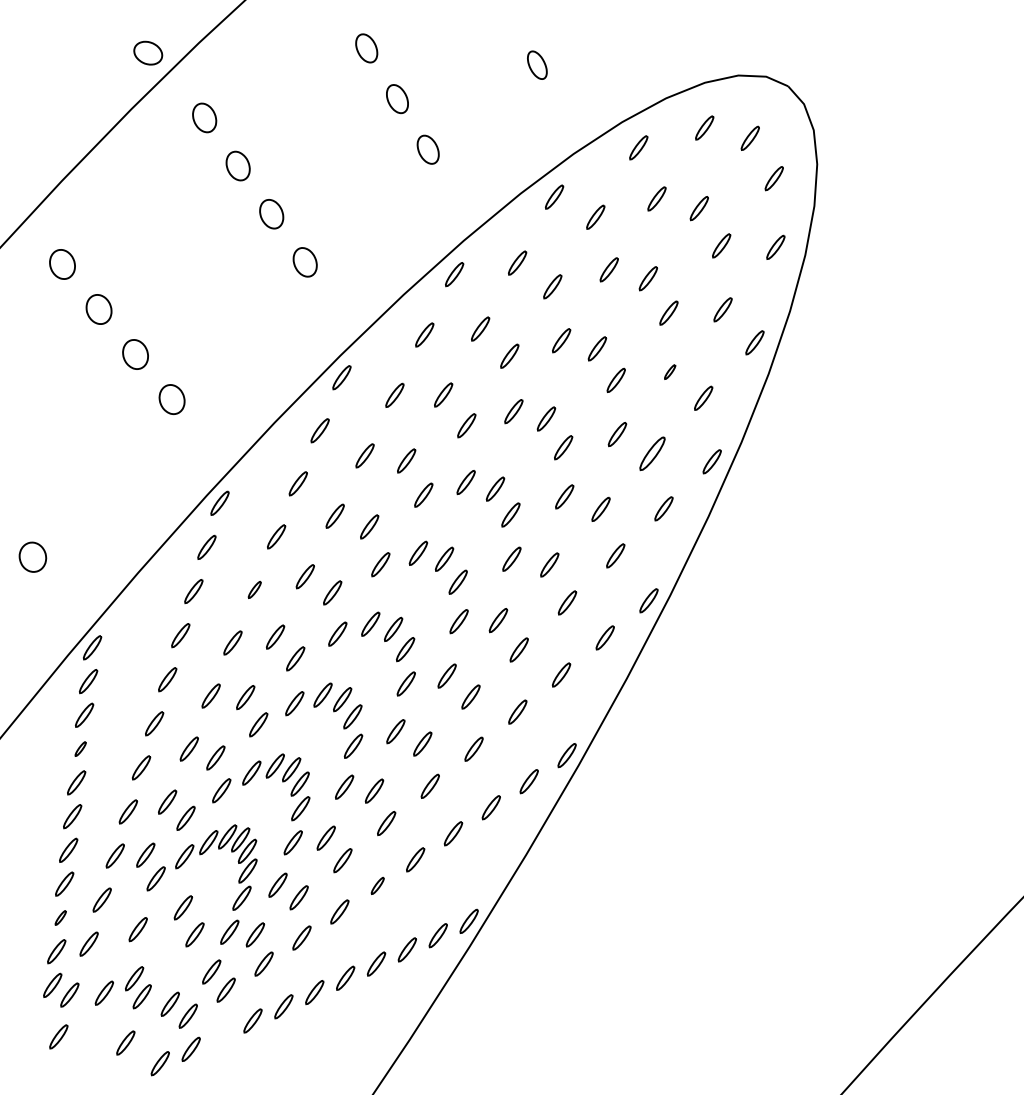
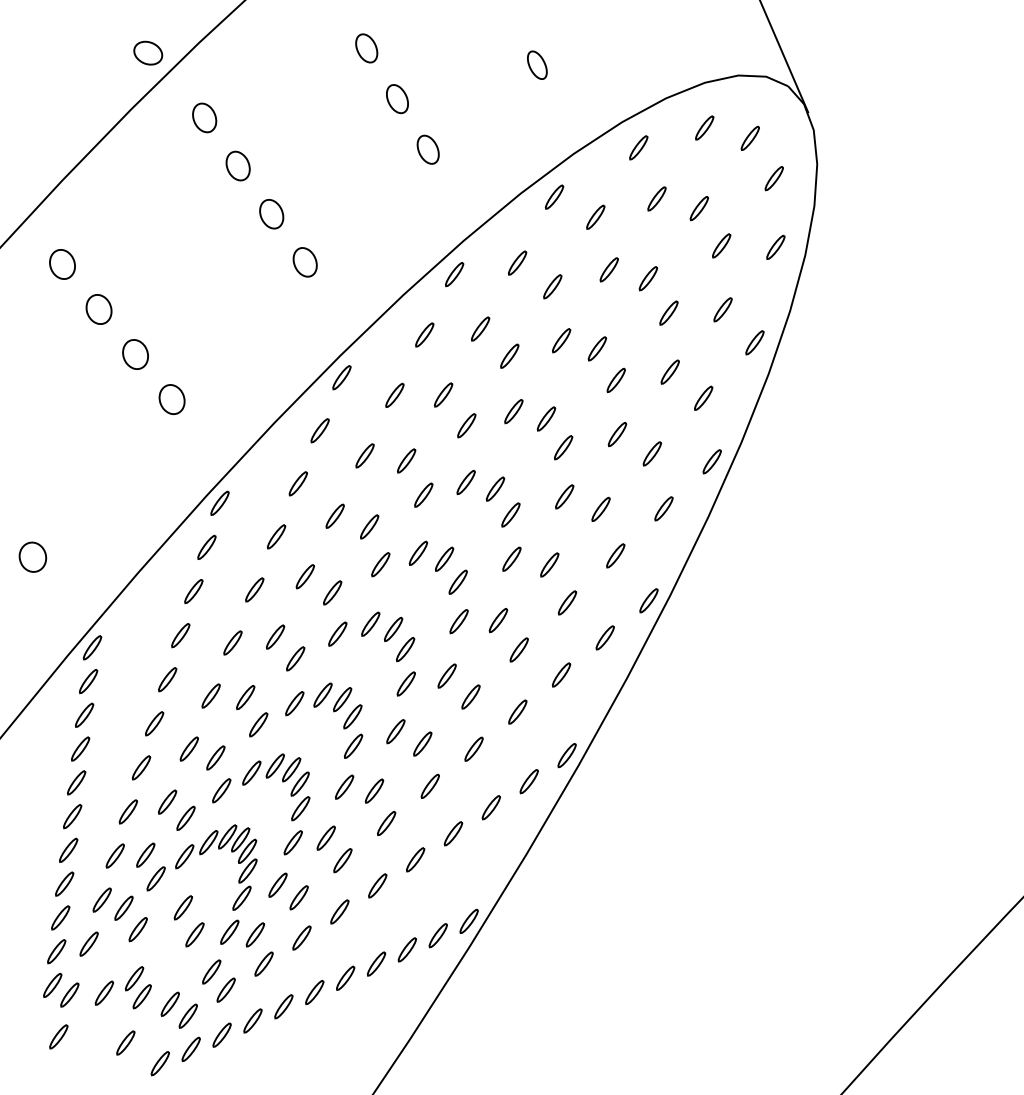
line at (784, 57): none -> present
part at (670, 371) size: 13x16 px -> 20x26 px
part at (652, 453) size: 27x35 px -> 20x26 px
part at (254, 589) size: 15x19 px -> 20x26 px
part at (80, 748) size: 13x16 px -> 20x26 px
part at (377, 885) size: 15x19 px -> 20x26 px
part at (123, 907): none -> present
part at (60, 917) size: 13x16 px -> 20x26 px
part at (221, 1034): none -> present
